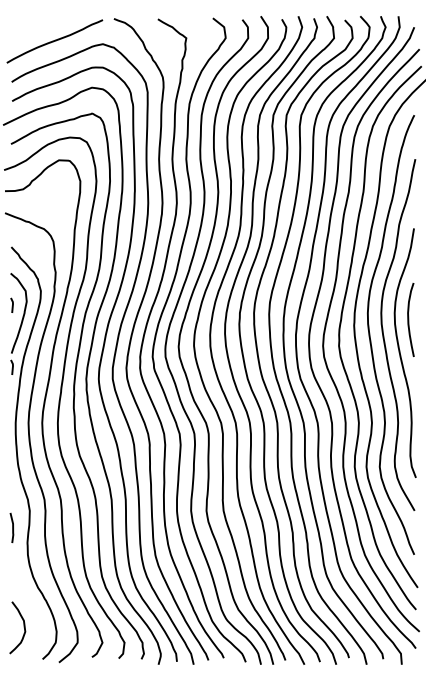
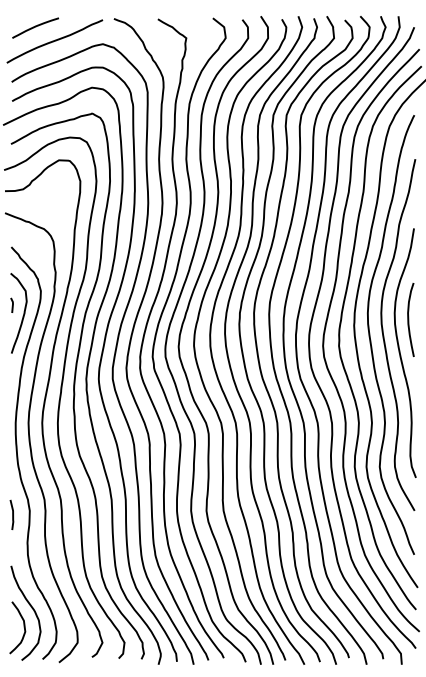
curve at (35, 27): none -> present
line at (12, 366): present -> none
line at (12, 527) position: (12, 527) -> (12, 514)
curve at (31, 608): none -> present
